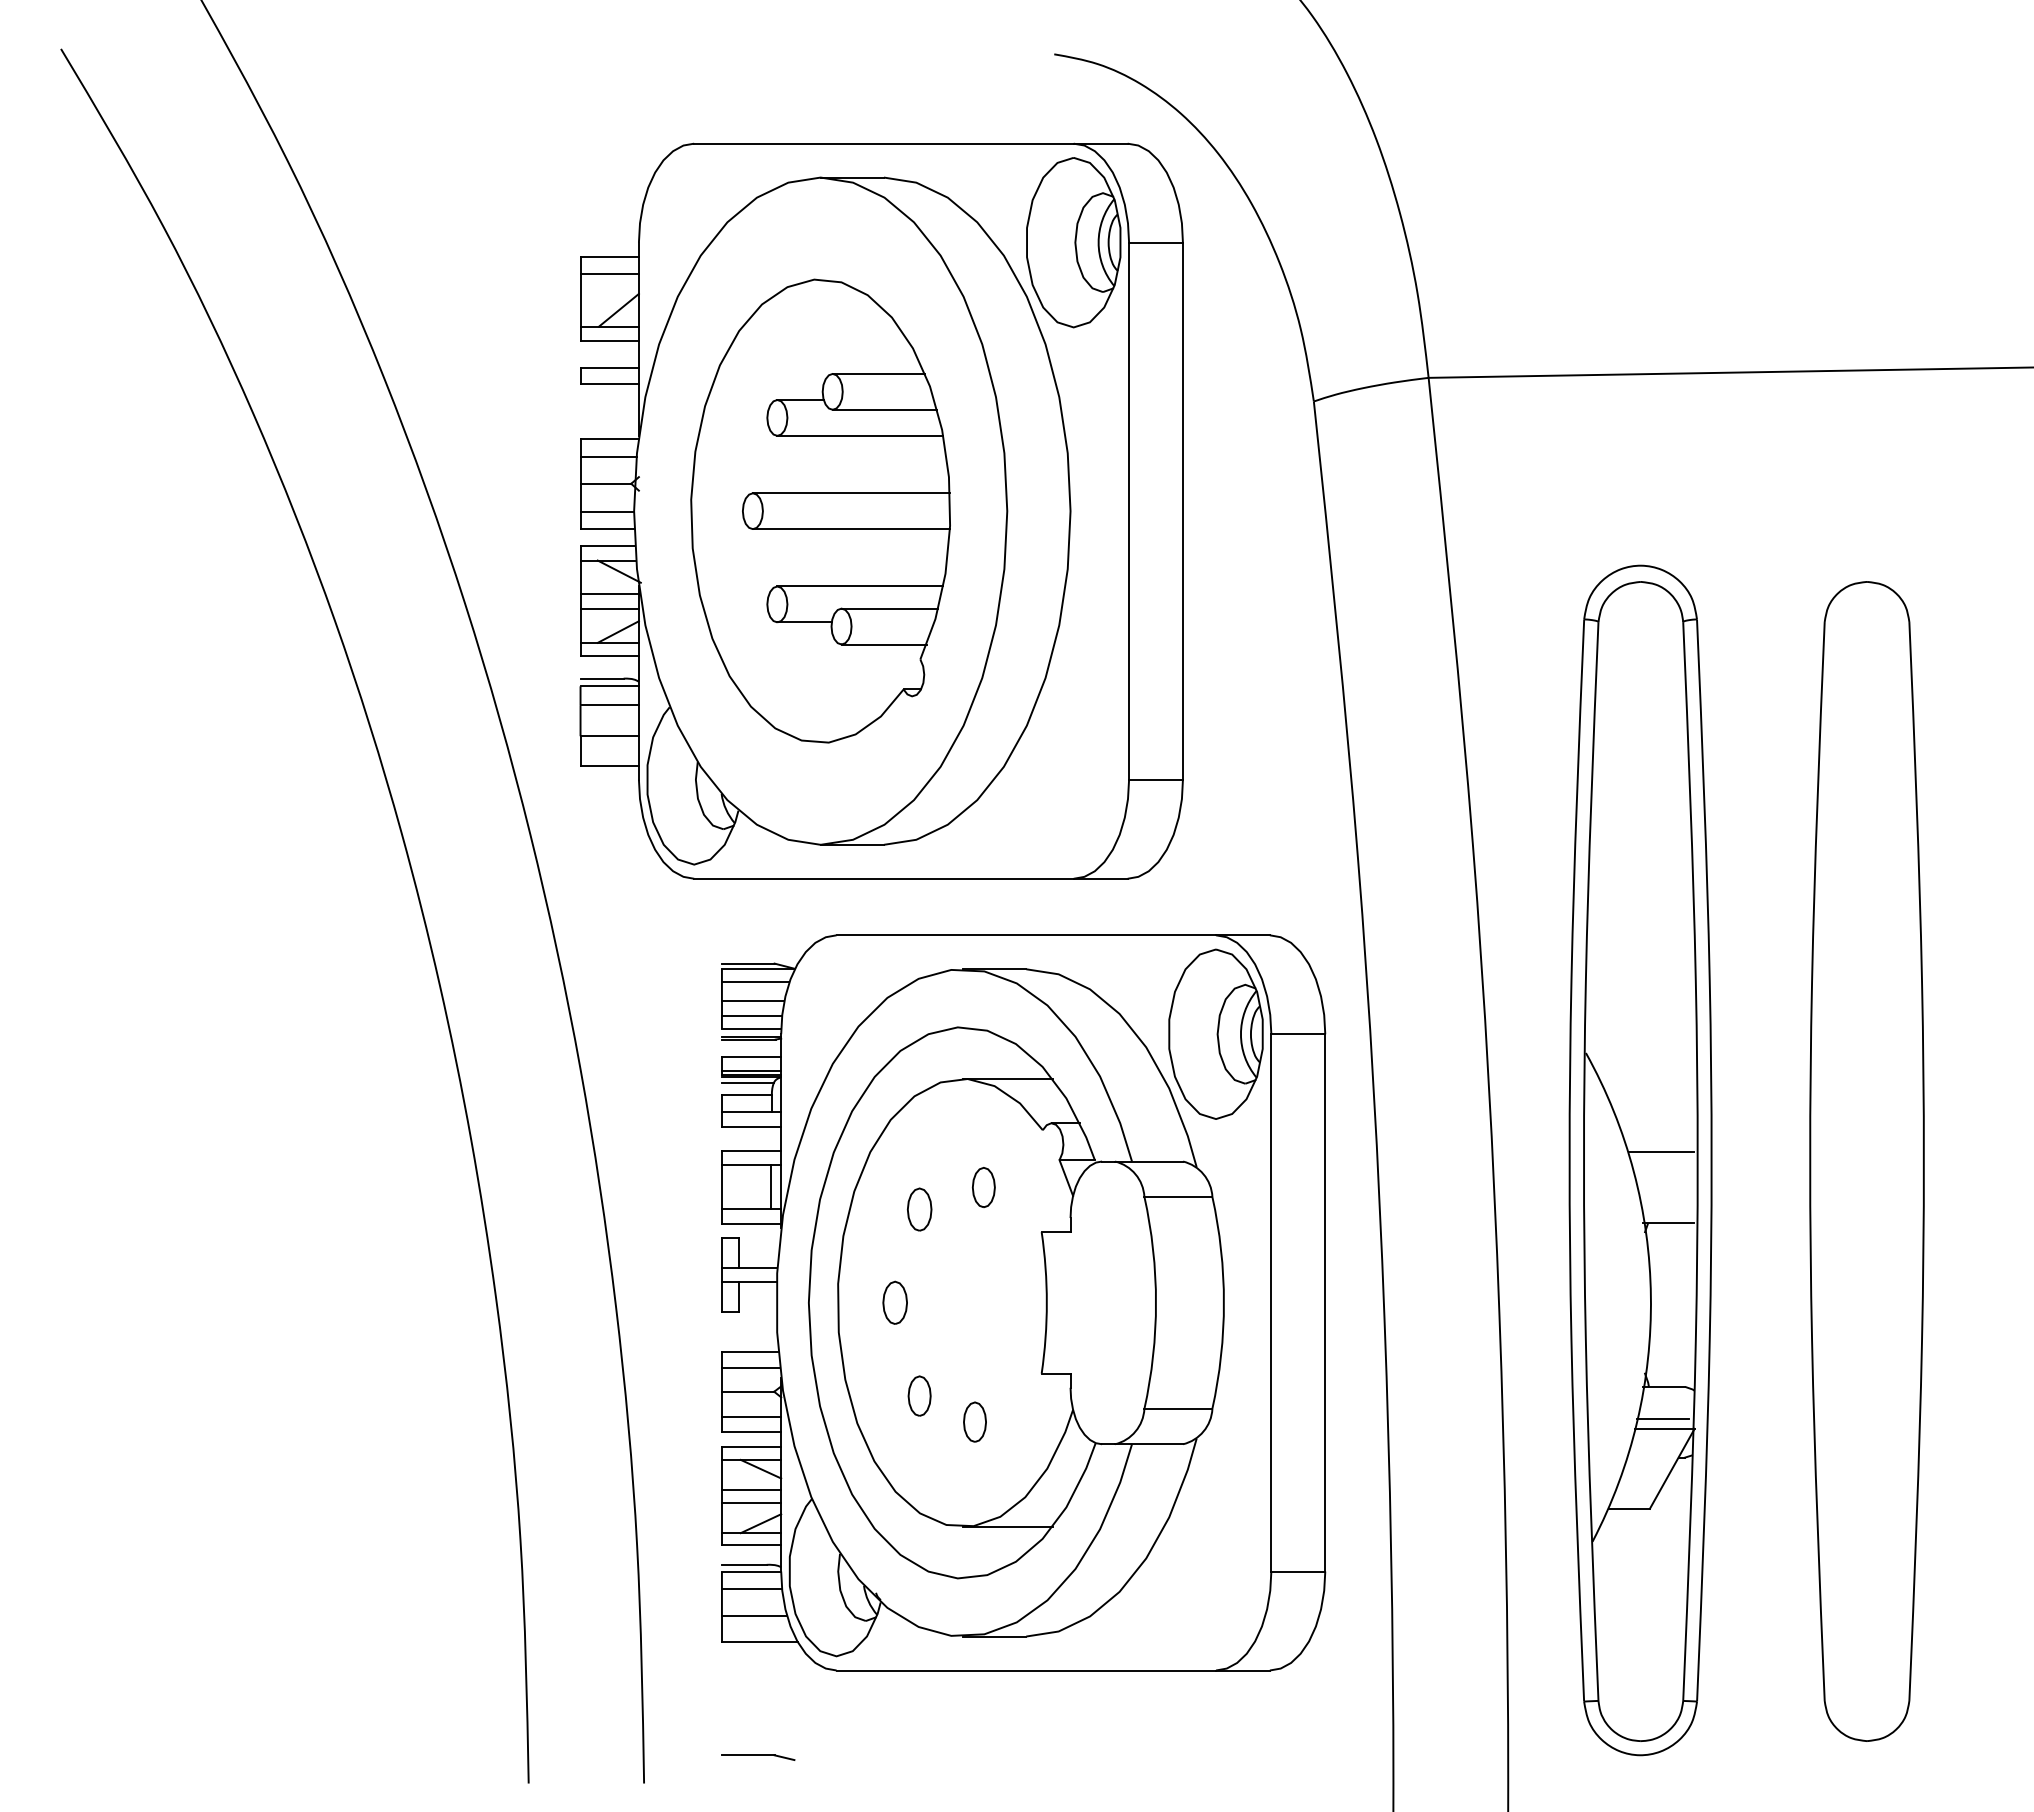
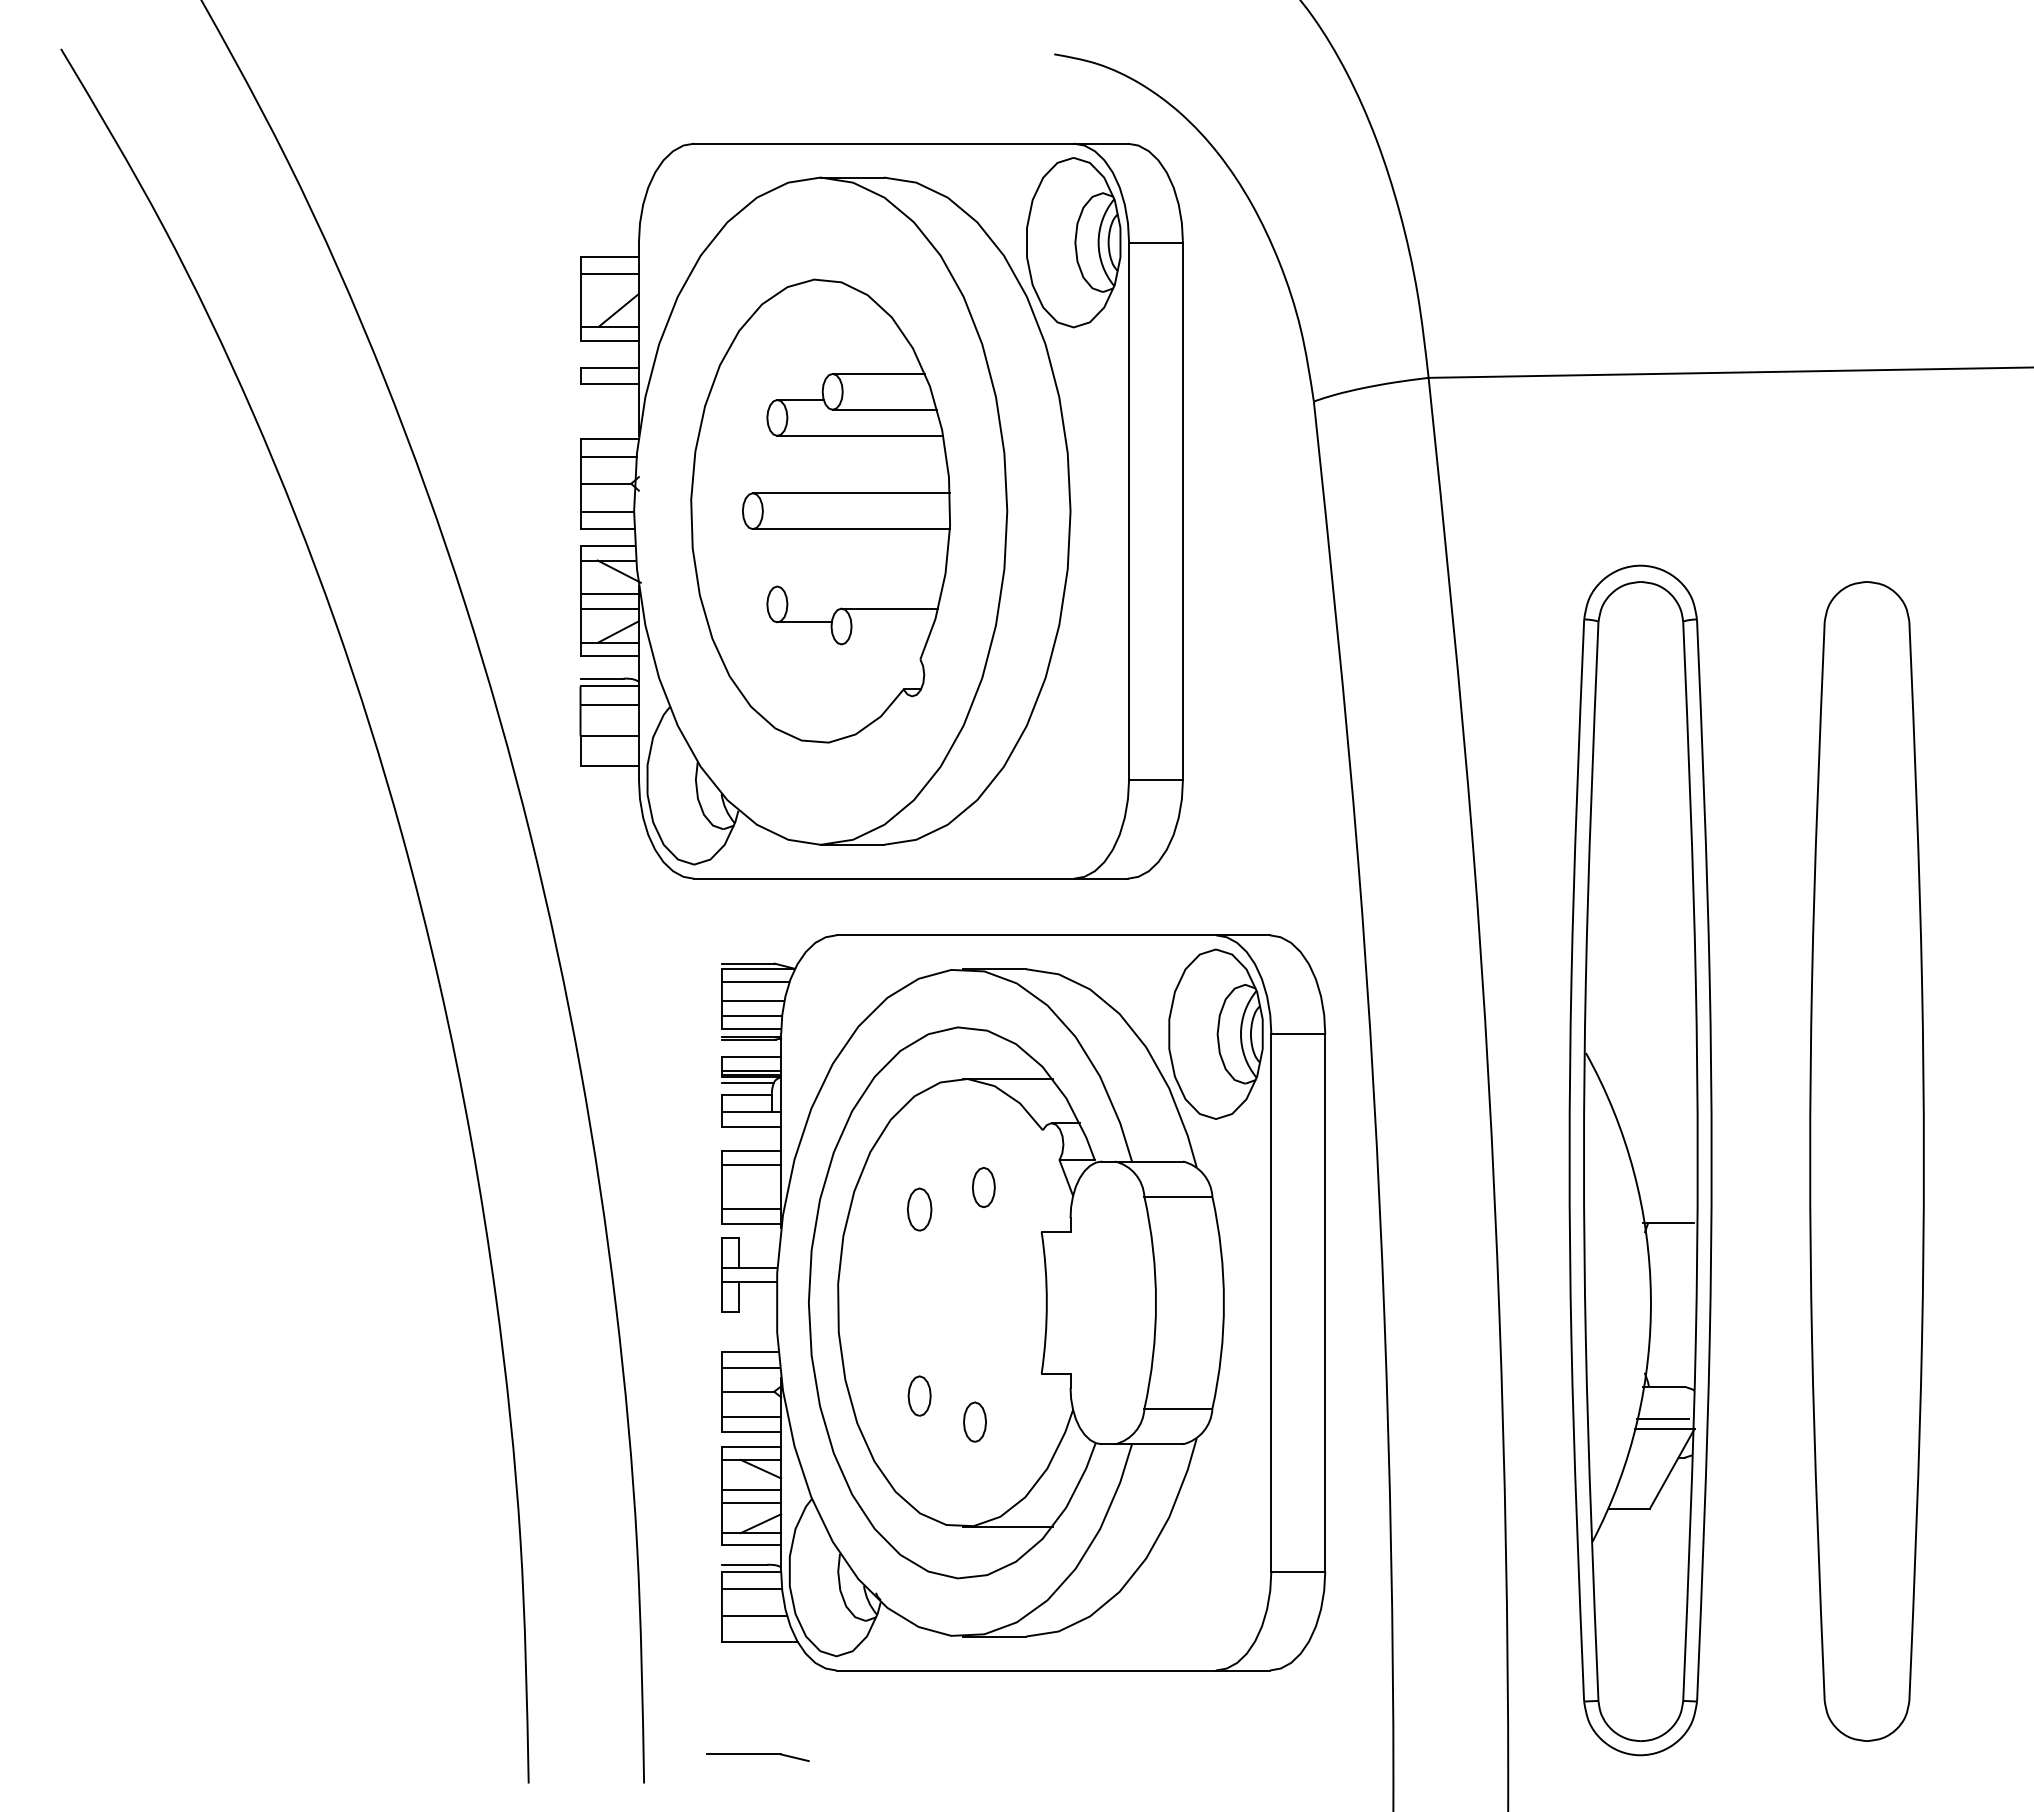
line at (860, 586): present -> none
line at (883, 644): present -> none
line at (1661, 1152): present -> none
line at (771, 1186): present -> none
part at (894, 1302): present -> none
part at (758, 1757) size: 75x7 px -> 104x9 px
